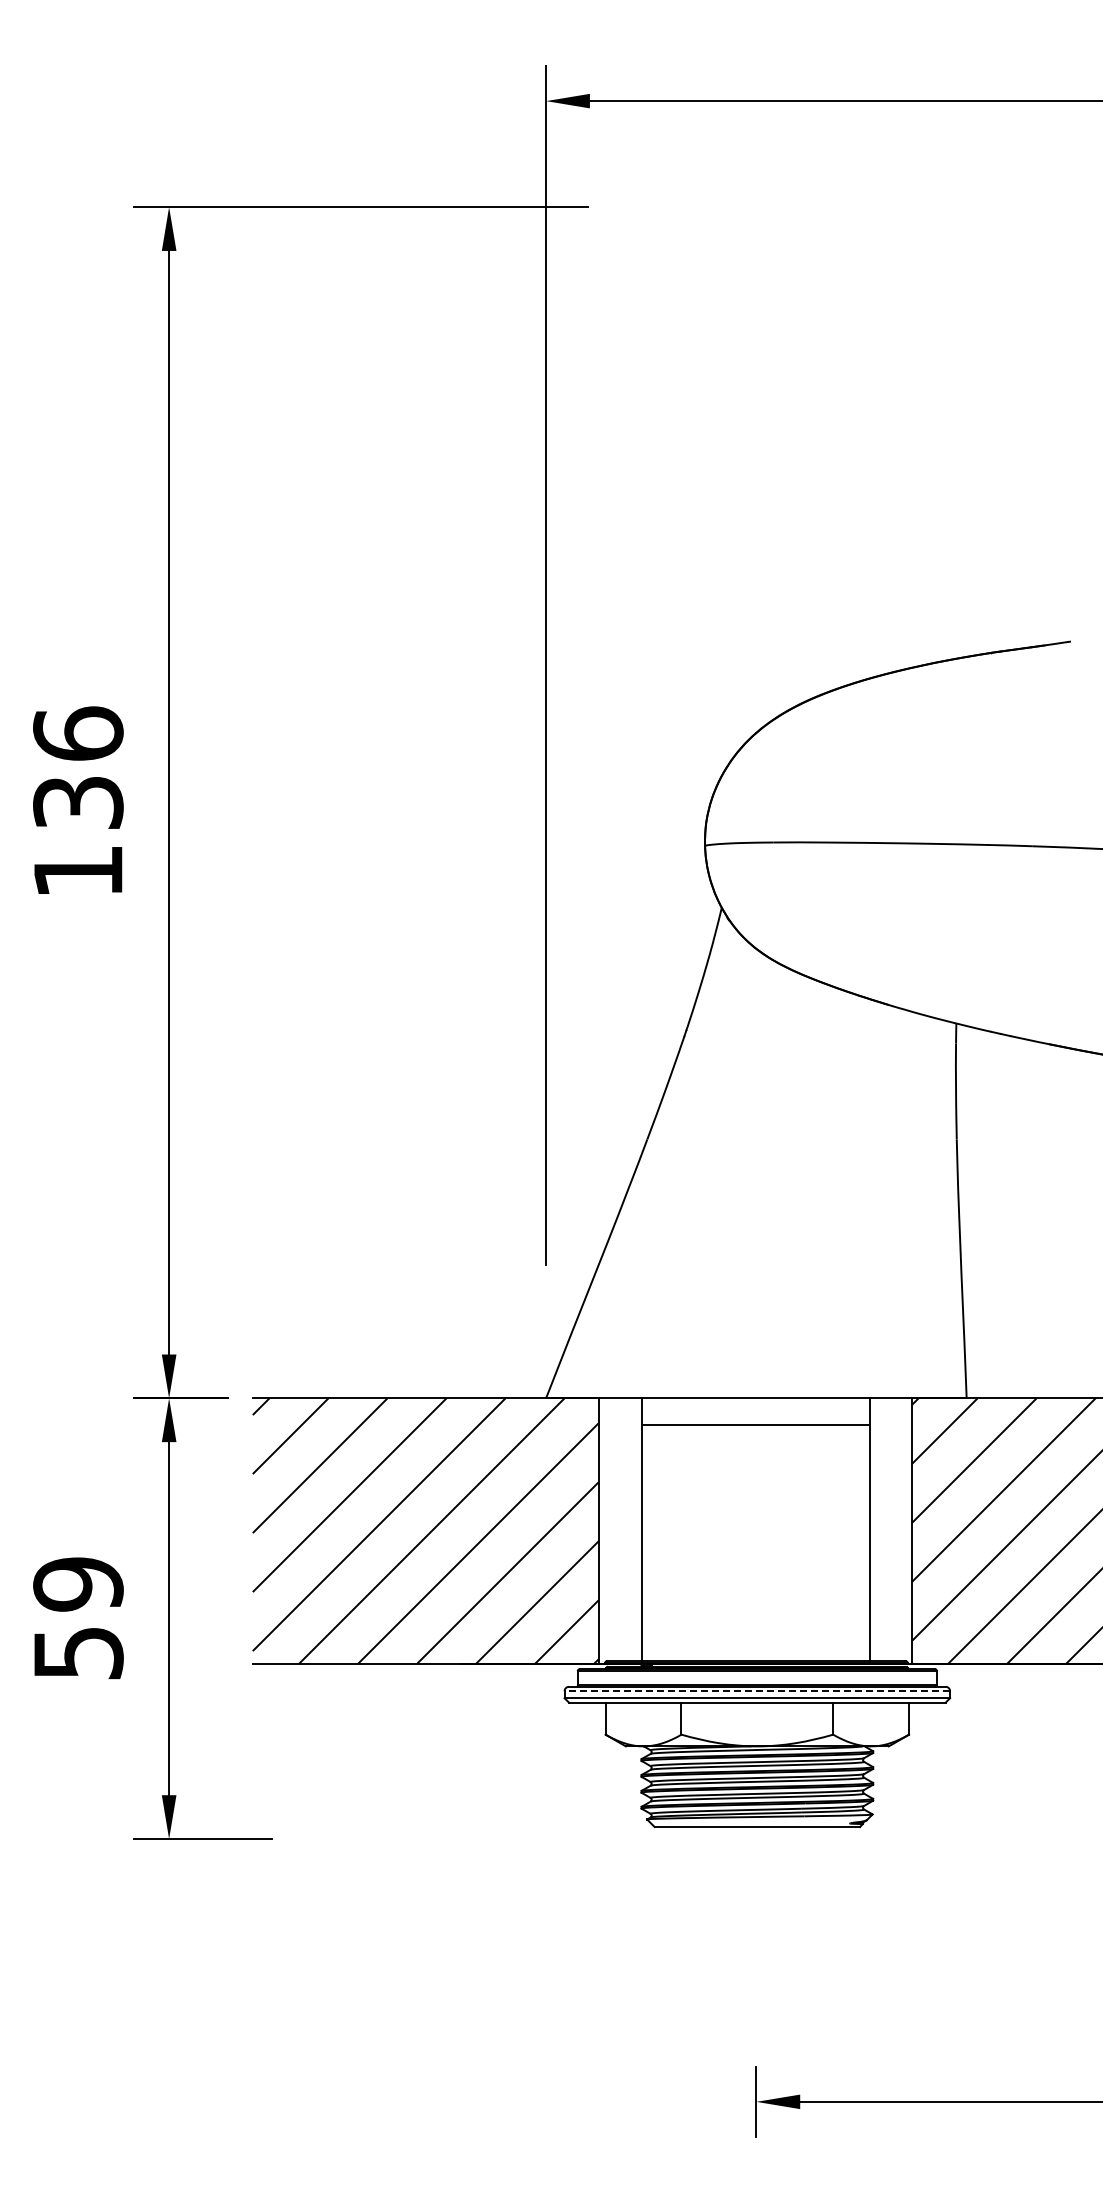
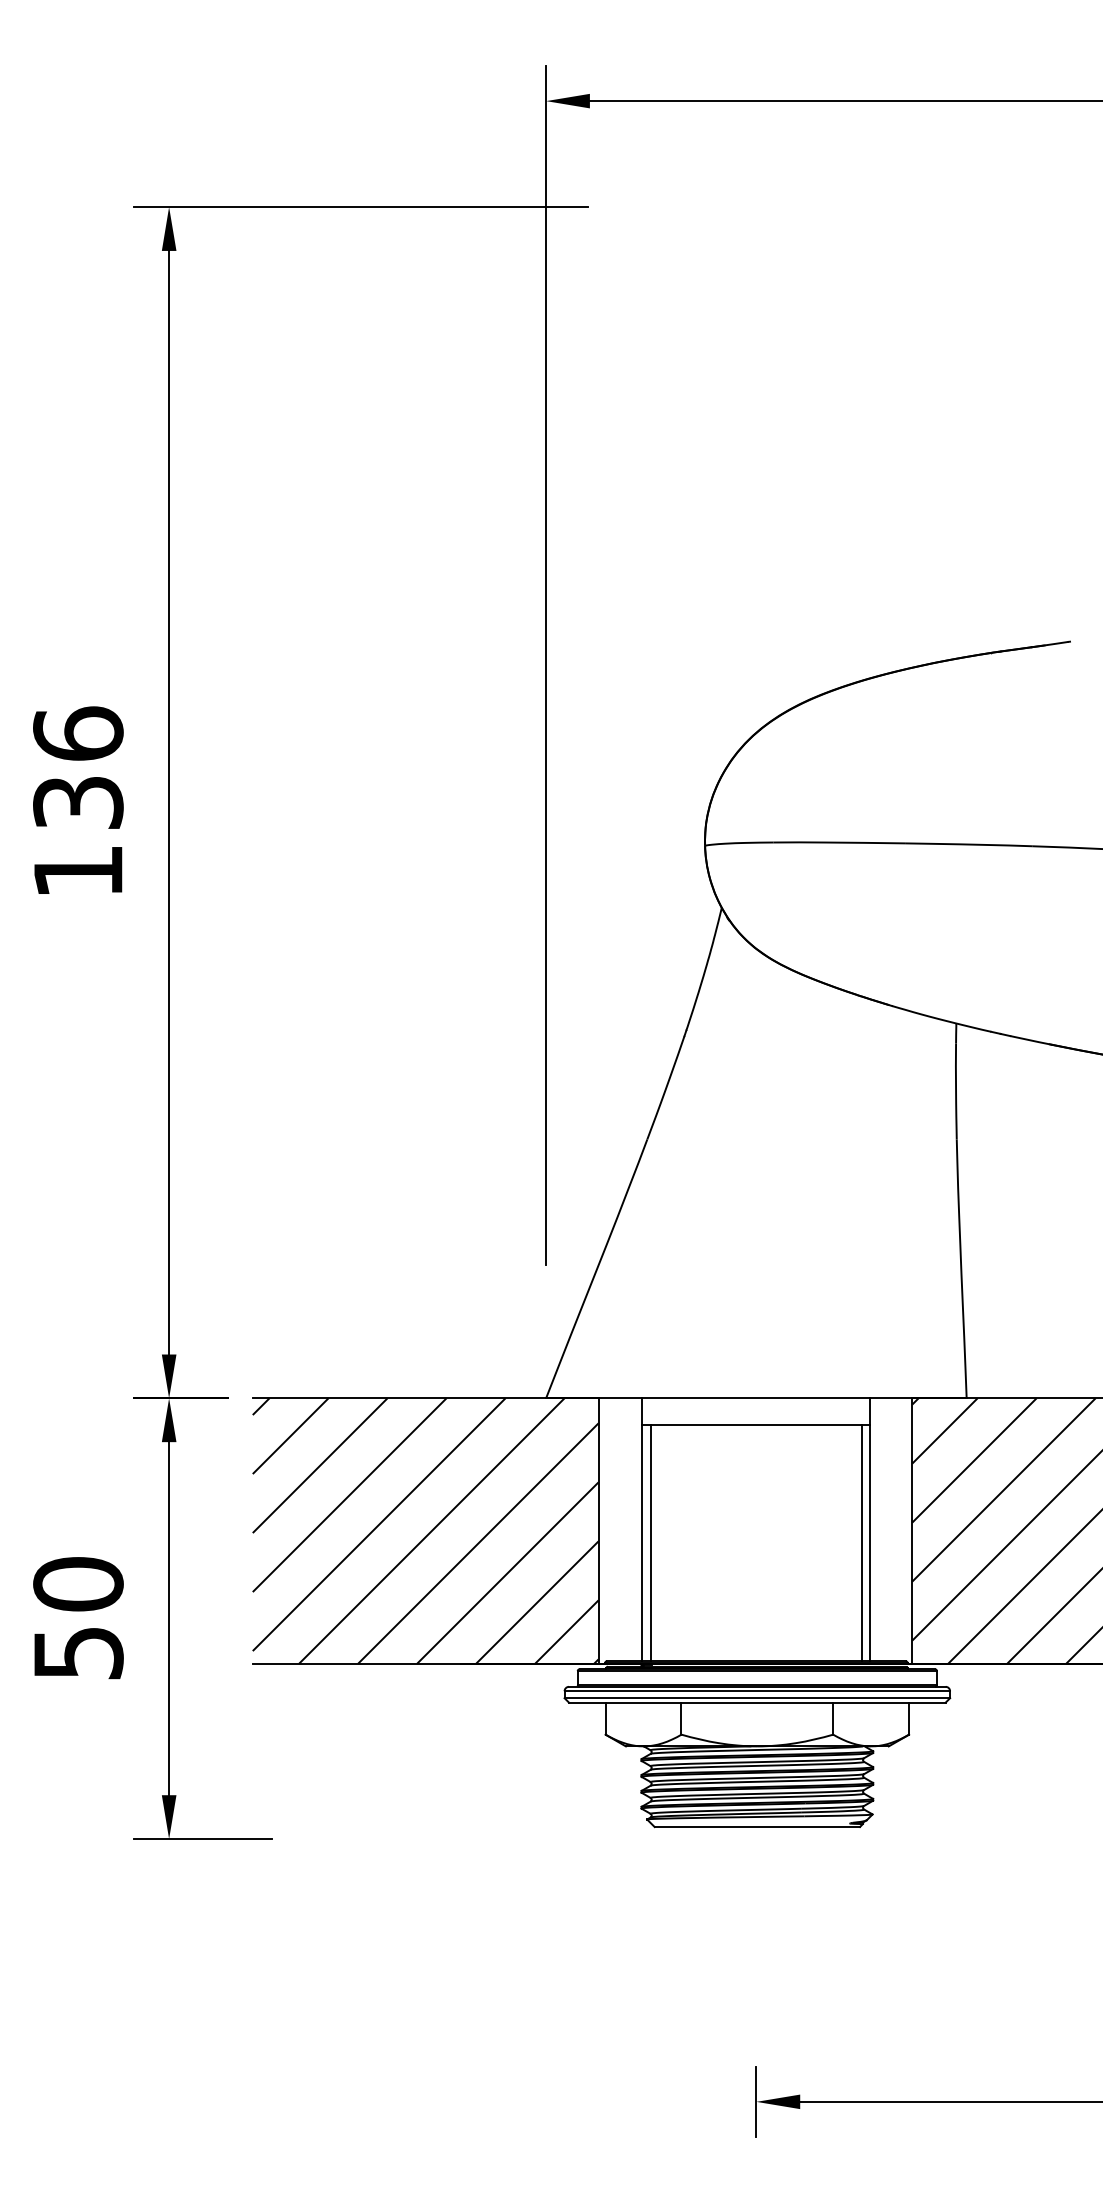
line at (651, 1542): none -> present
line at (861, 1542): none -> present
text at (78, 1584): 59 -> 50
line at (757, 1691): dashed -> solid
